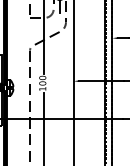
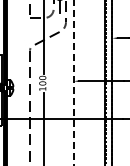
line at (73, 82): solid -> dashed
